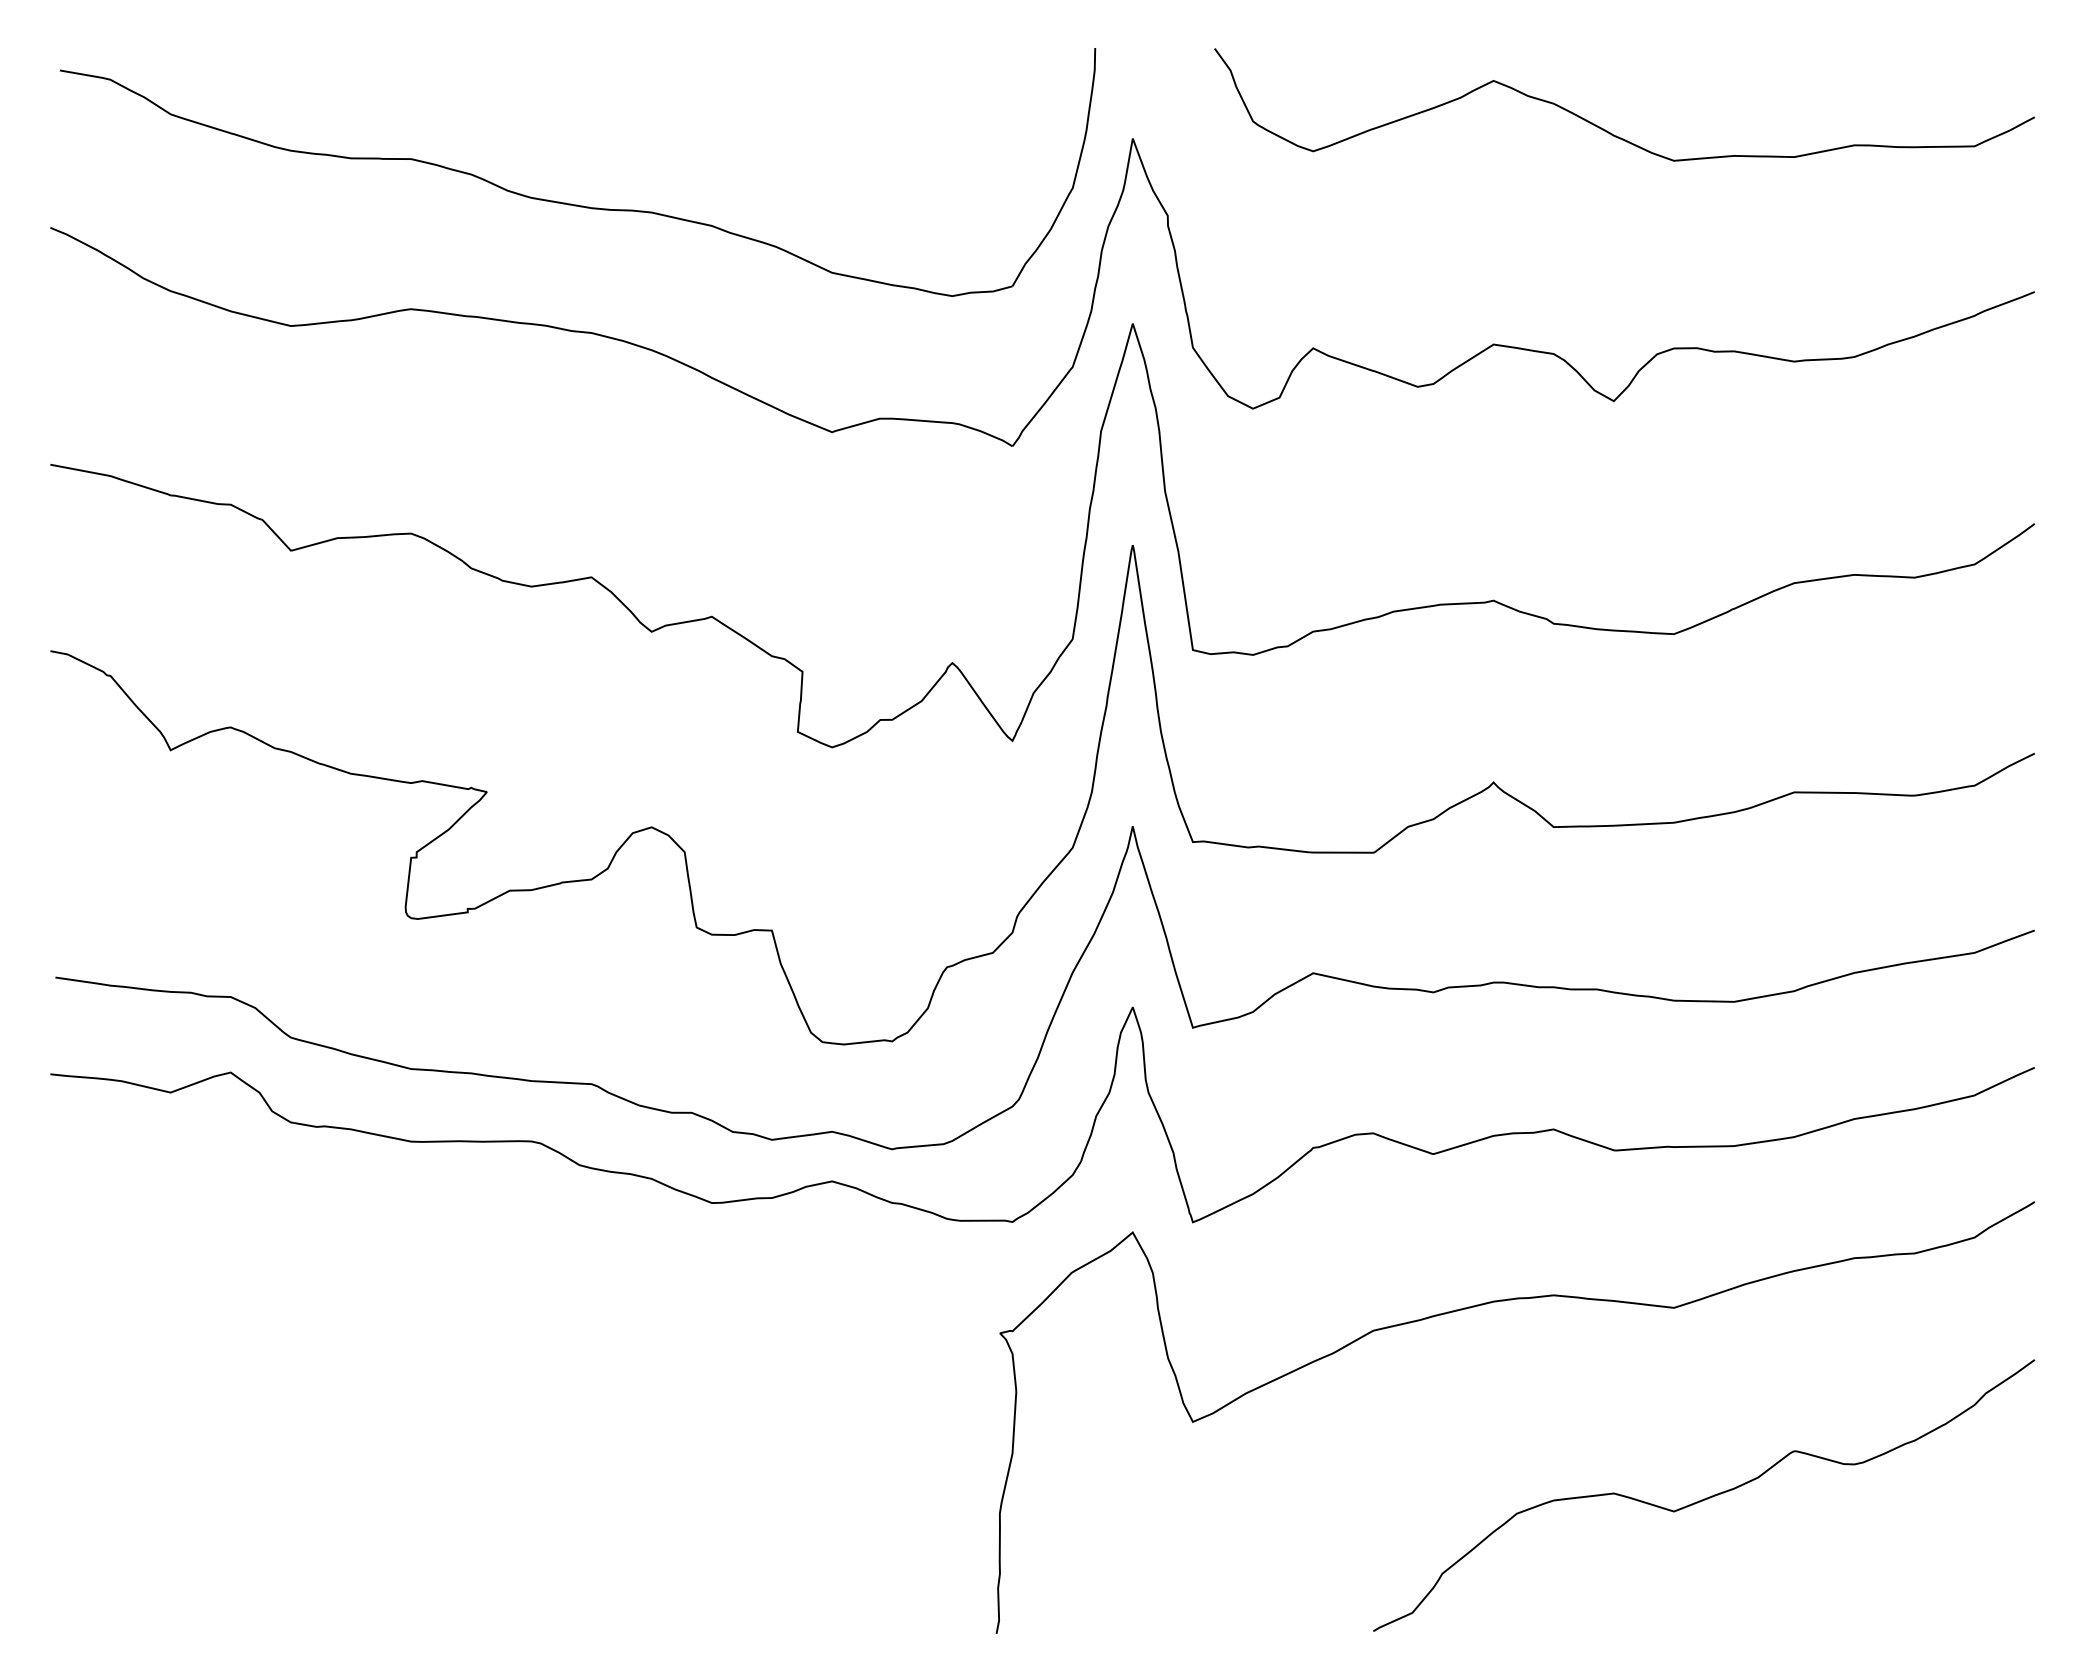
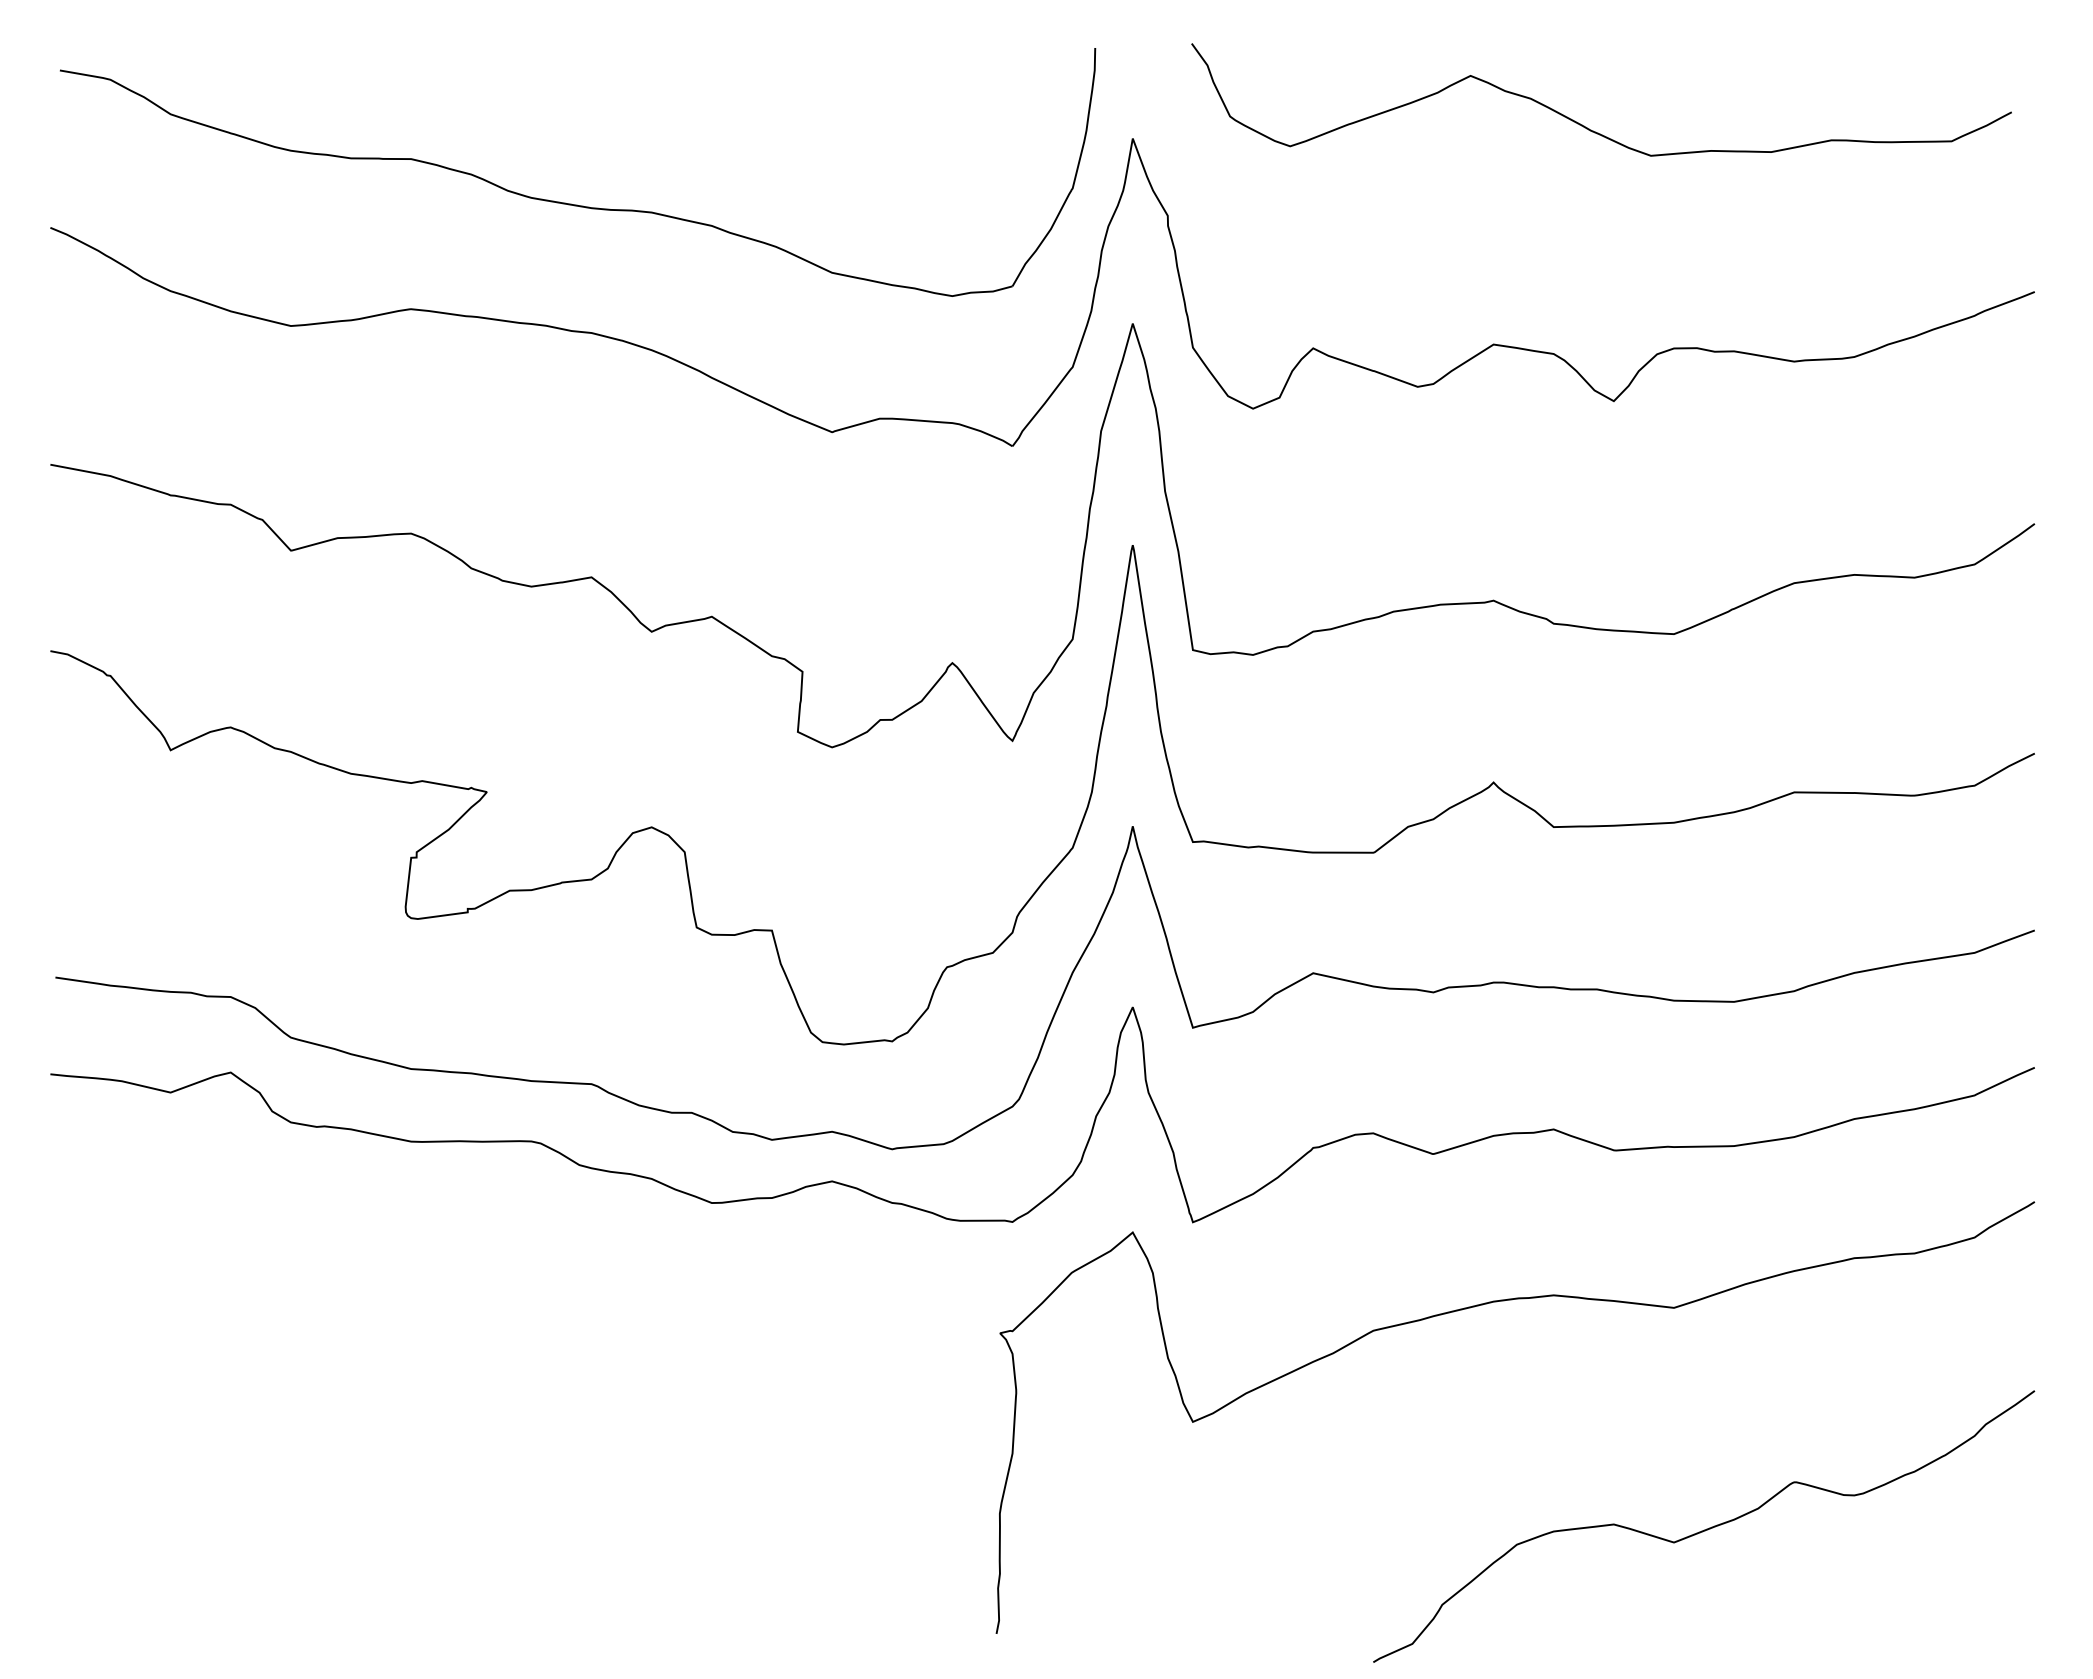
curve at (1607, 130) position: (1607, 130) -> (1584, 125)
curve at (1706, 1497) position: (1706, 1497) -> (1706, 1528)
